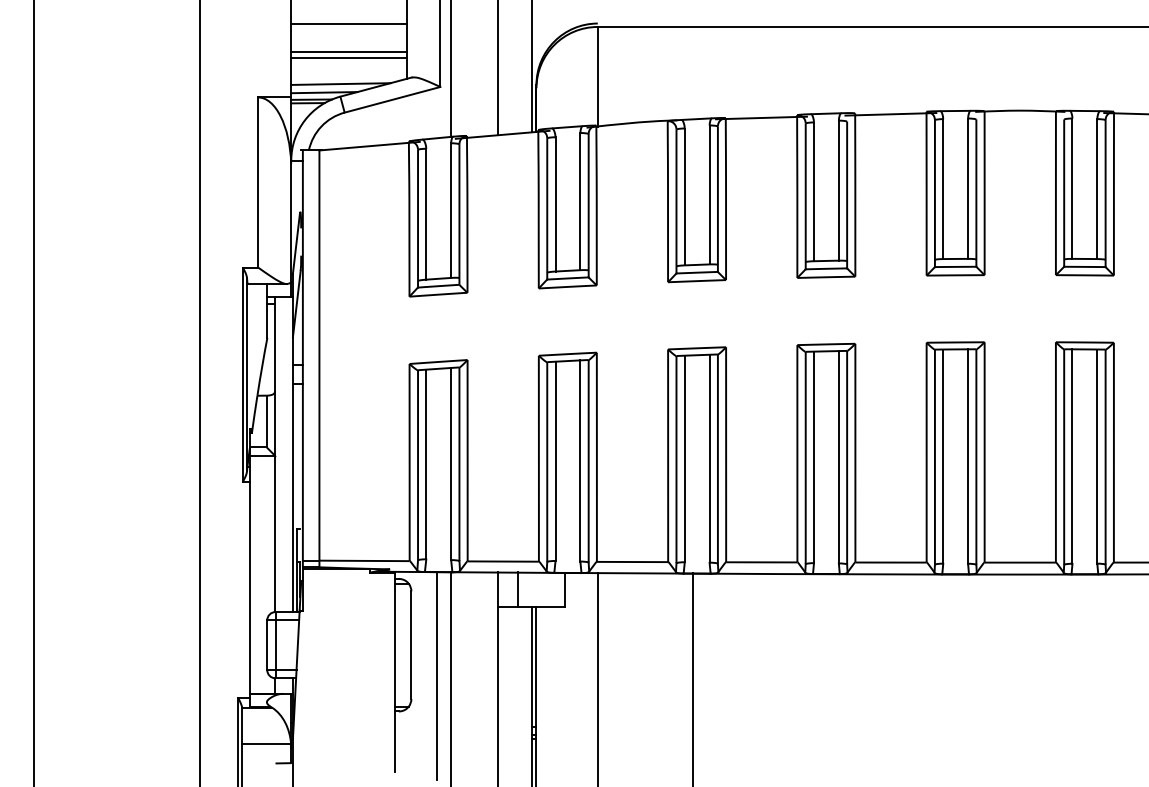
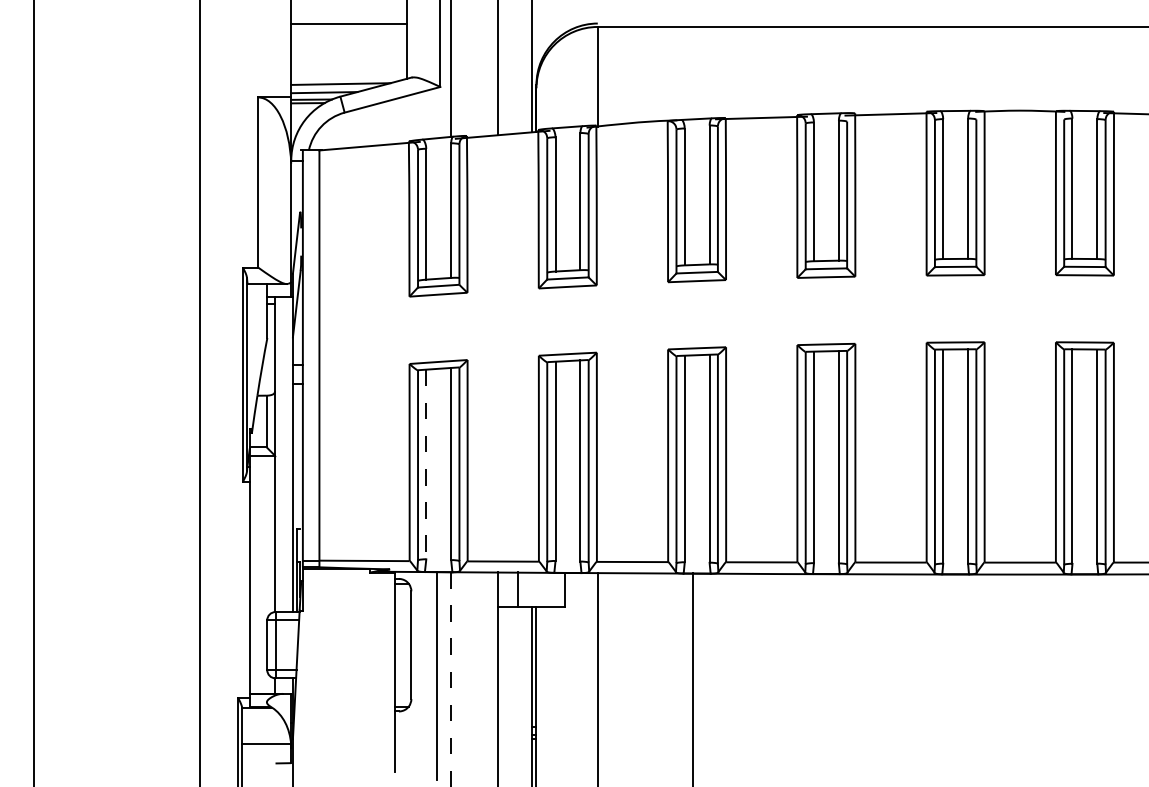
line at (349, 51): present -> none
line at (349, 58): present -> none
line at (426, 464): solid -> dashed
line at (451, 679): solid -> dashed
